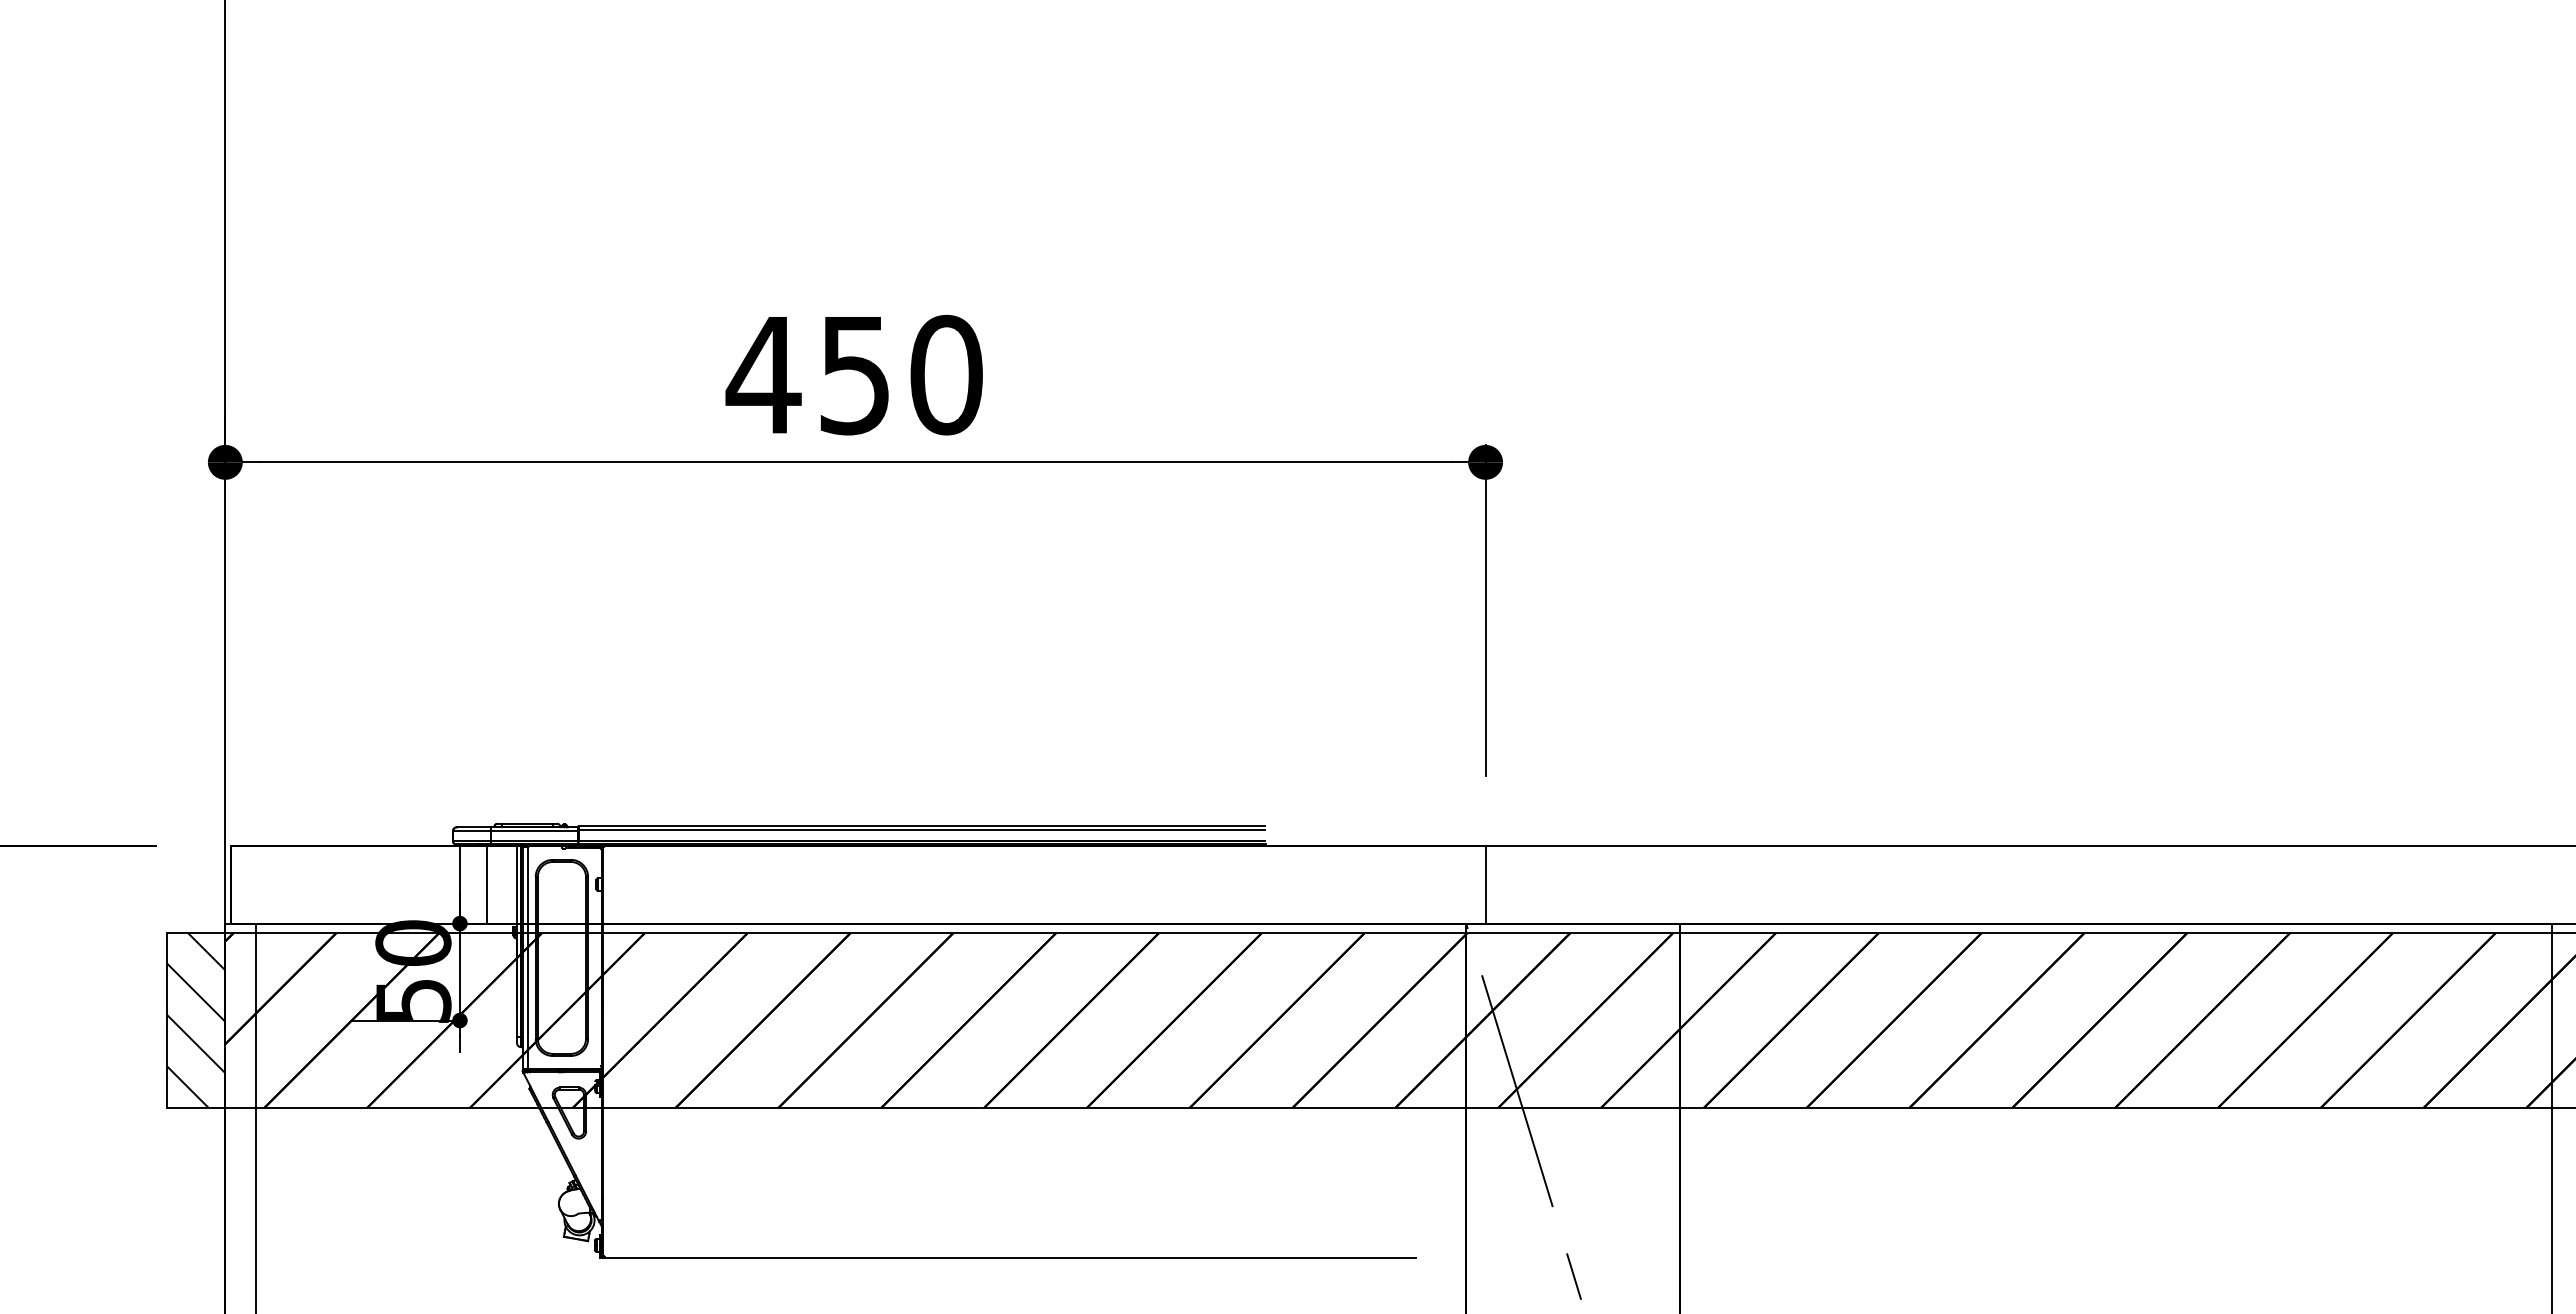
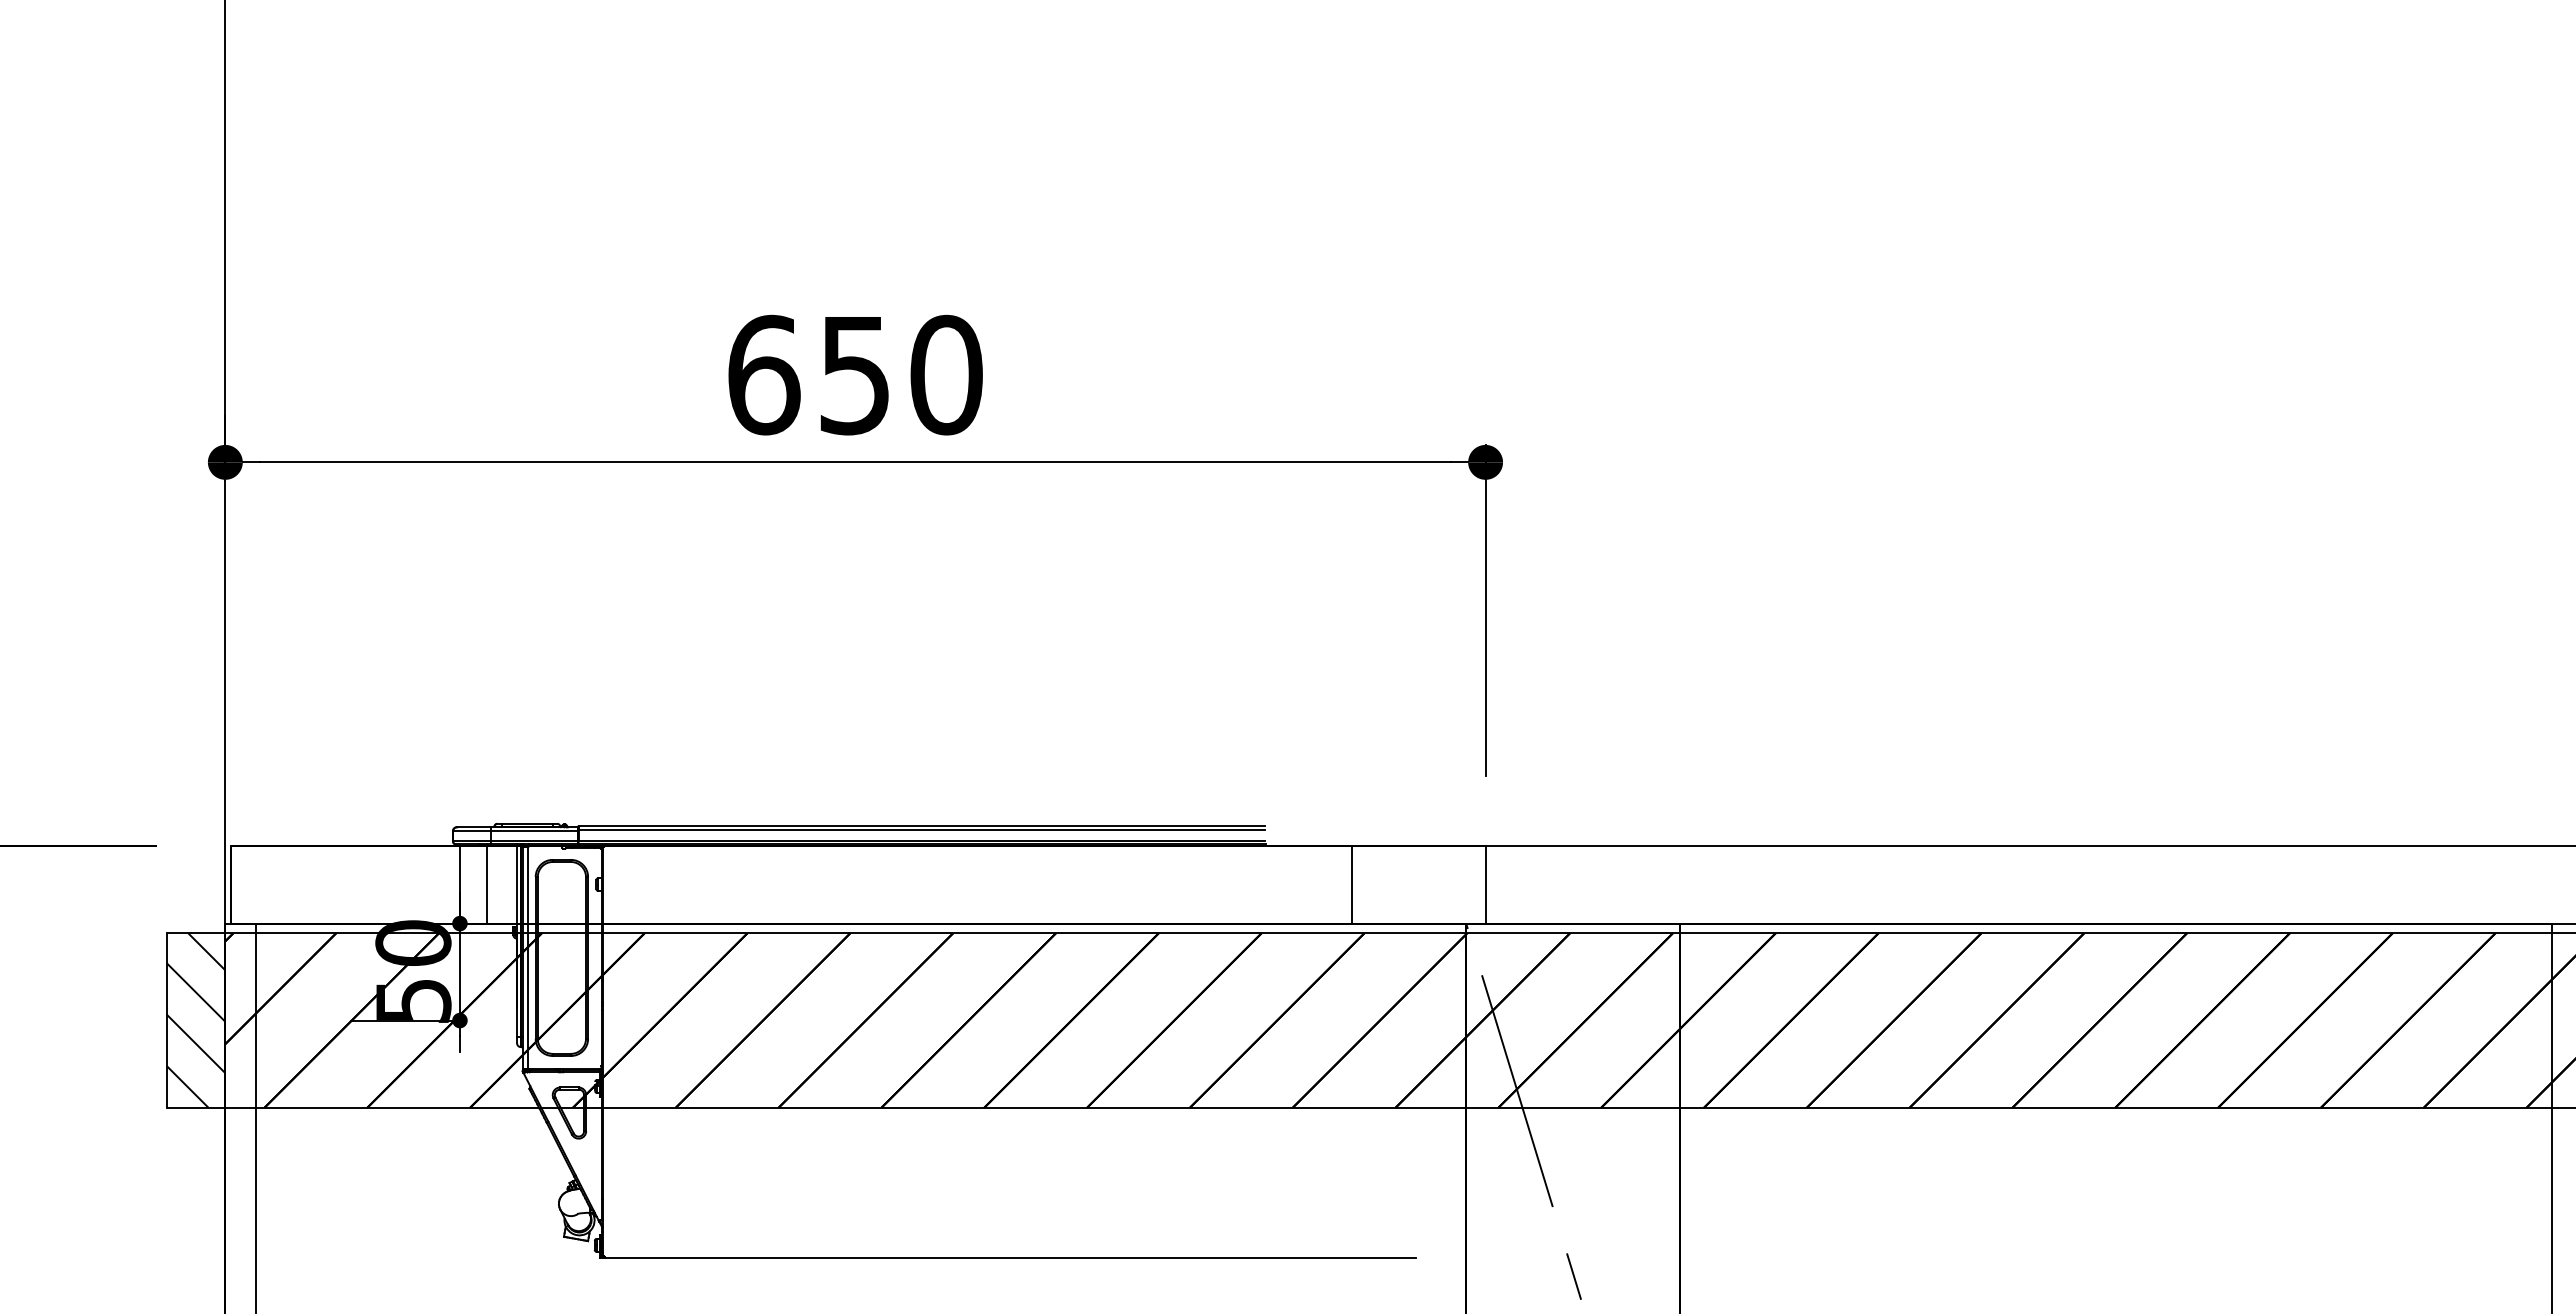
text at (763, 374): 450 -> 650
line at (1351, 884): none -> present
